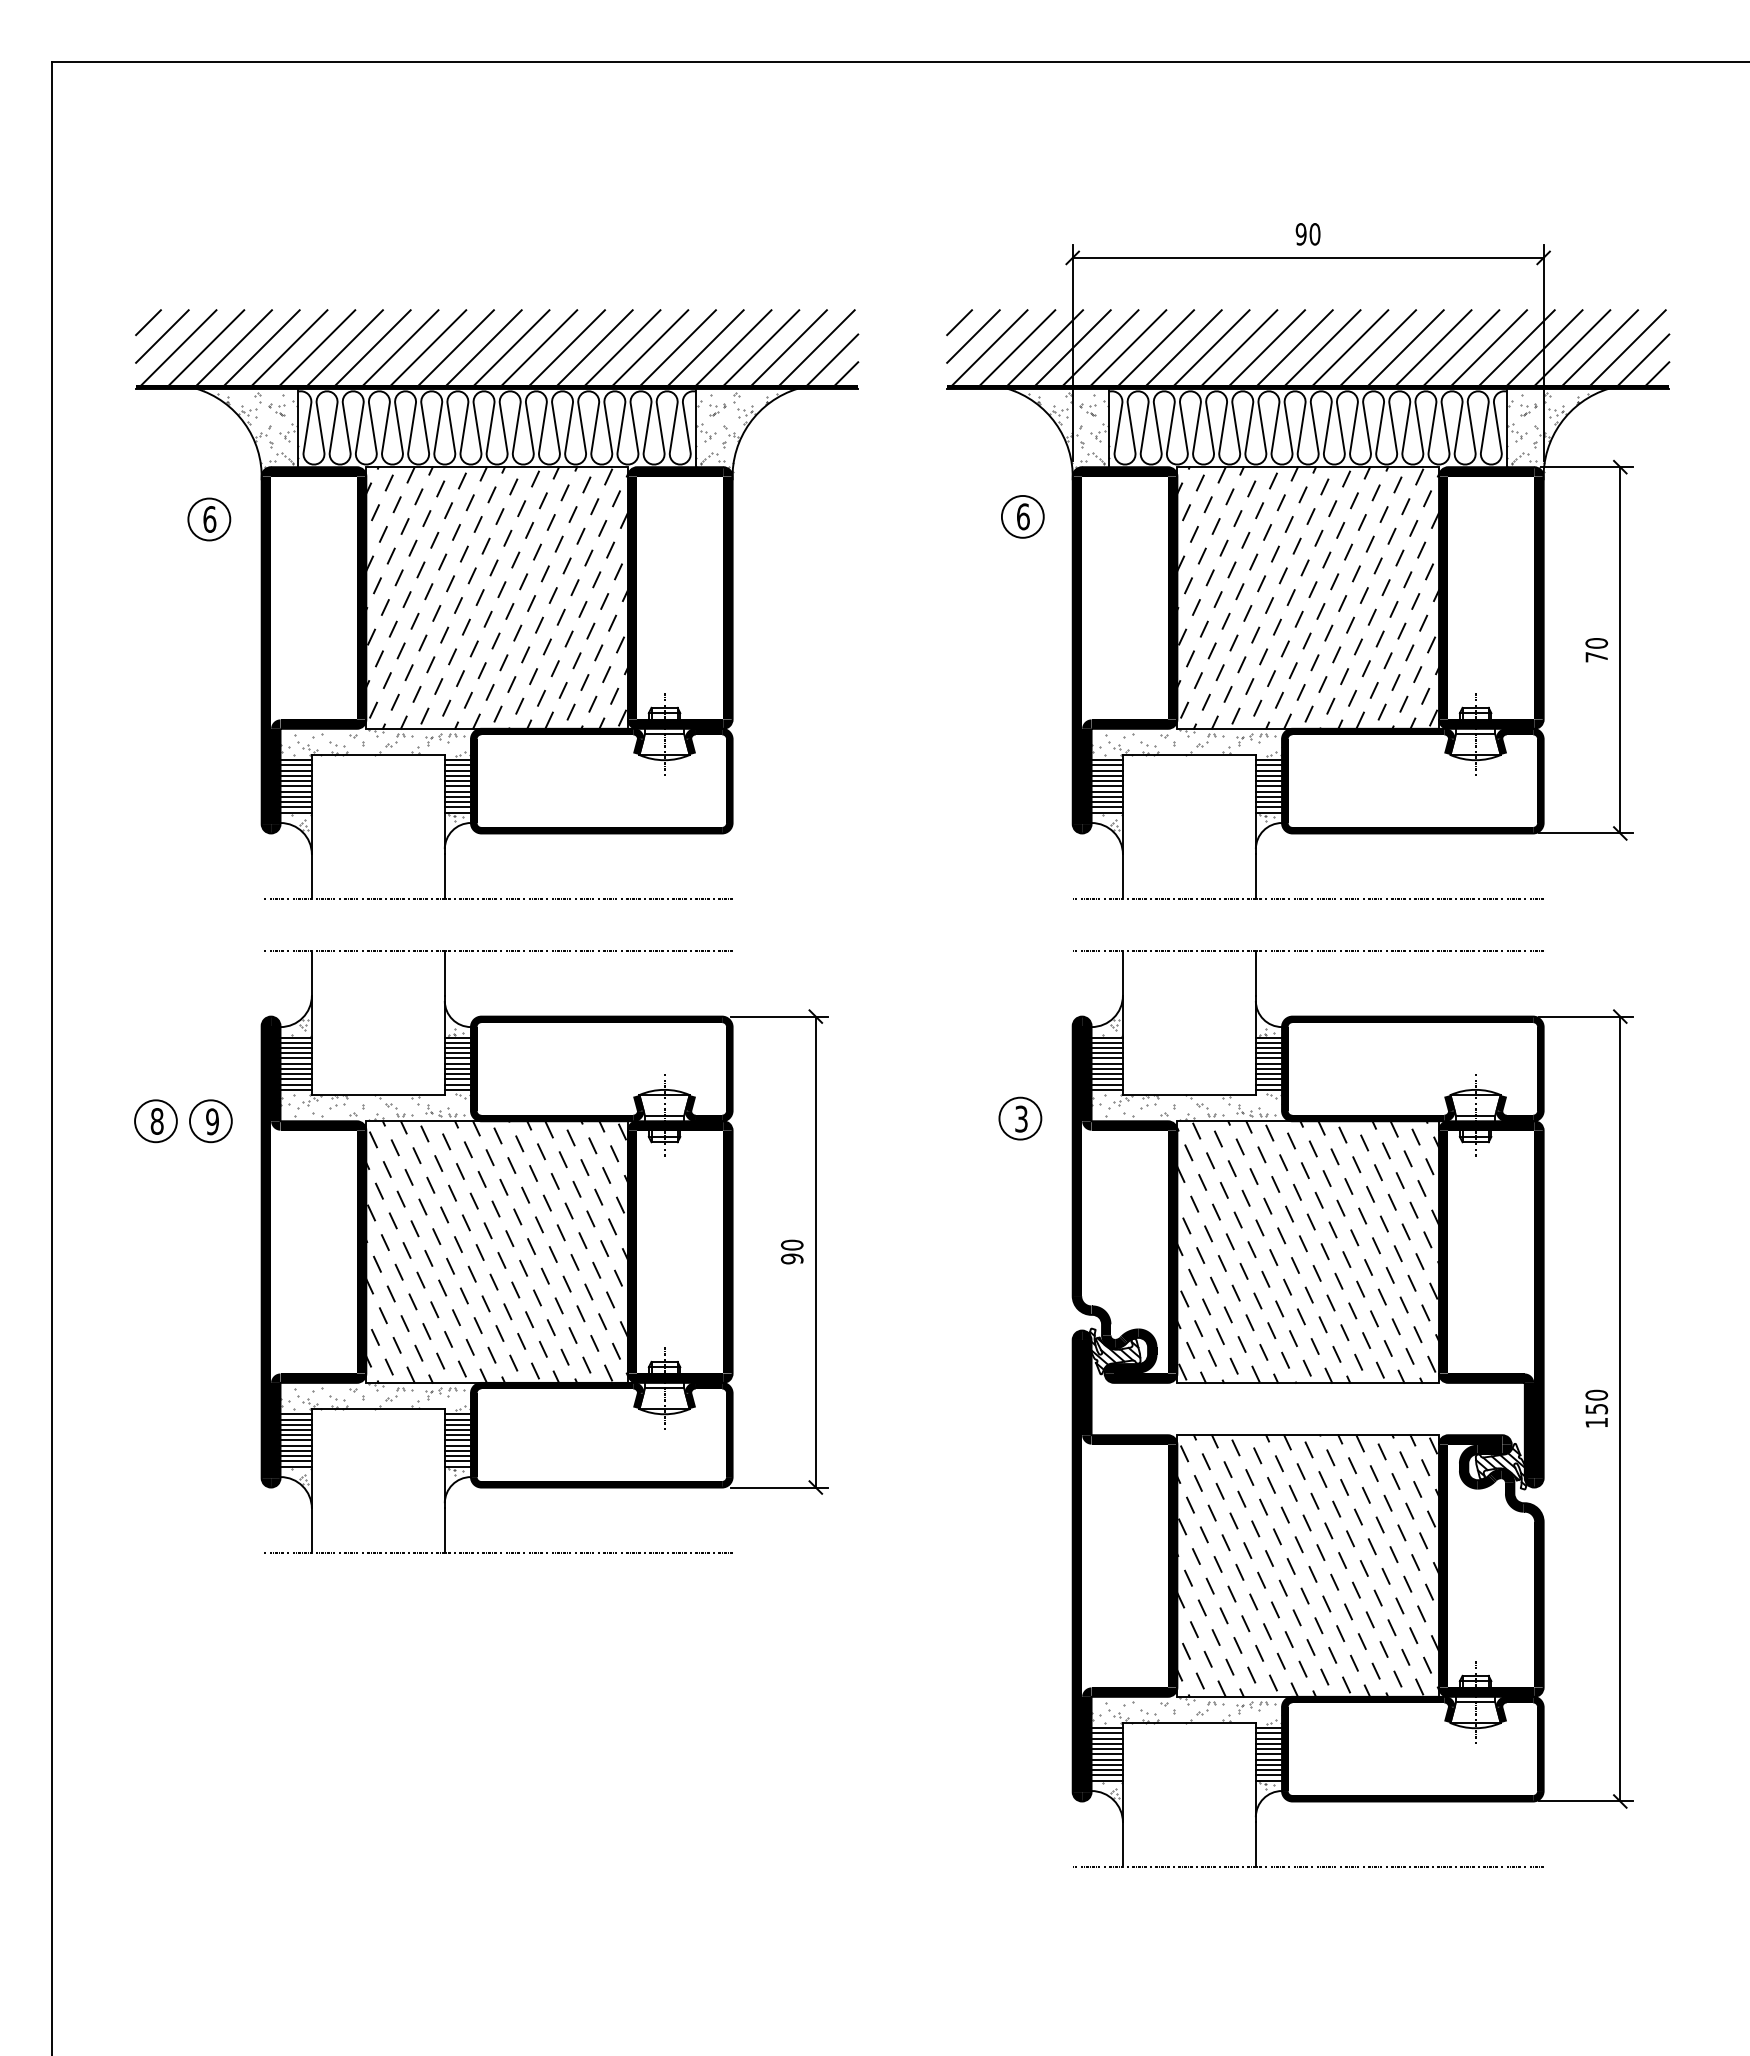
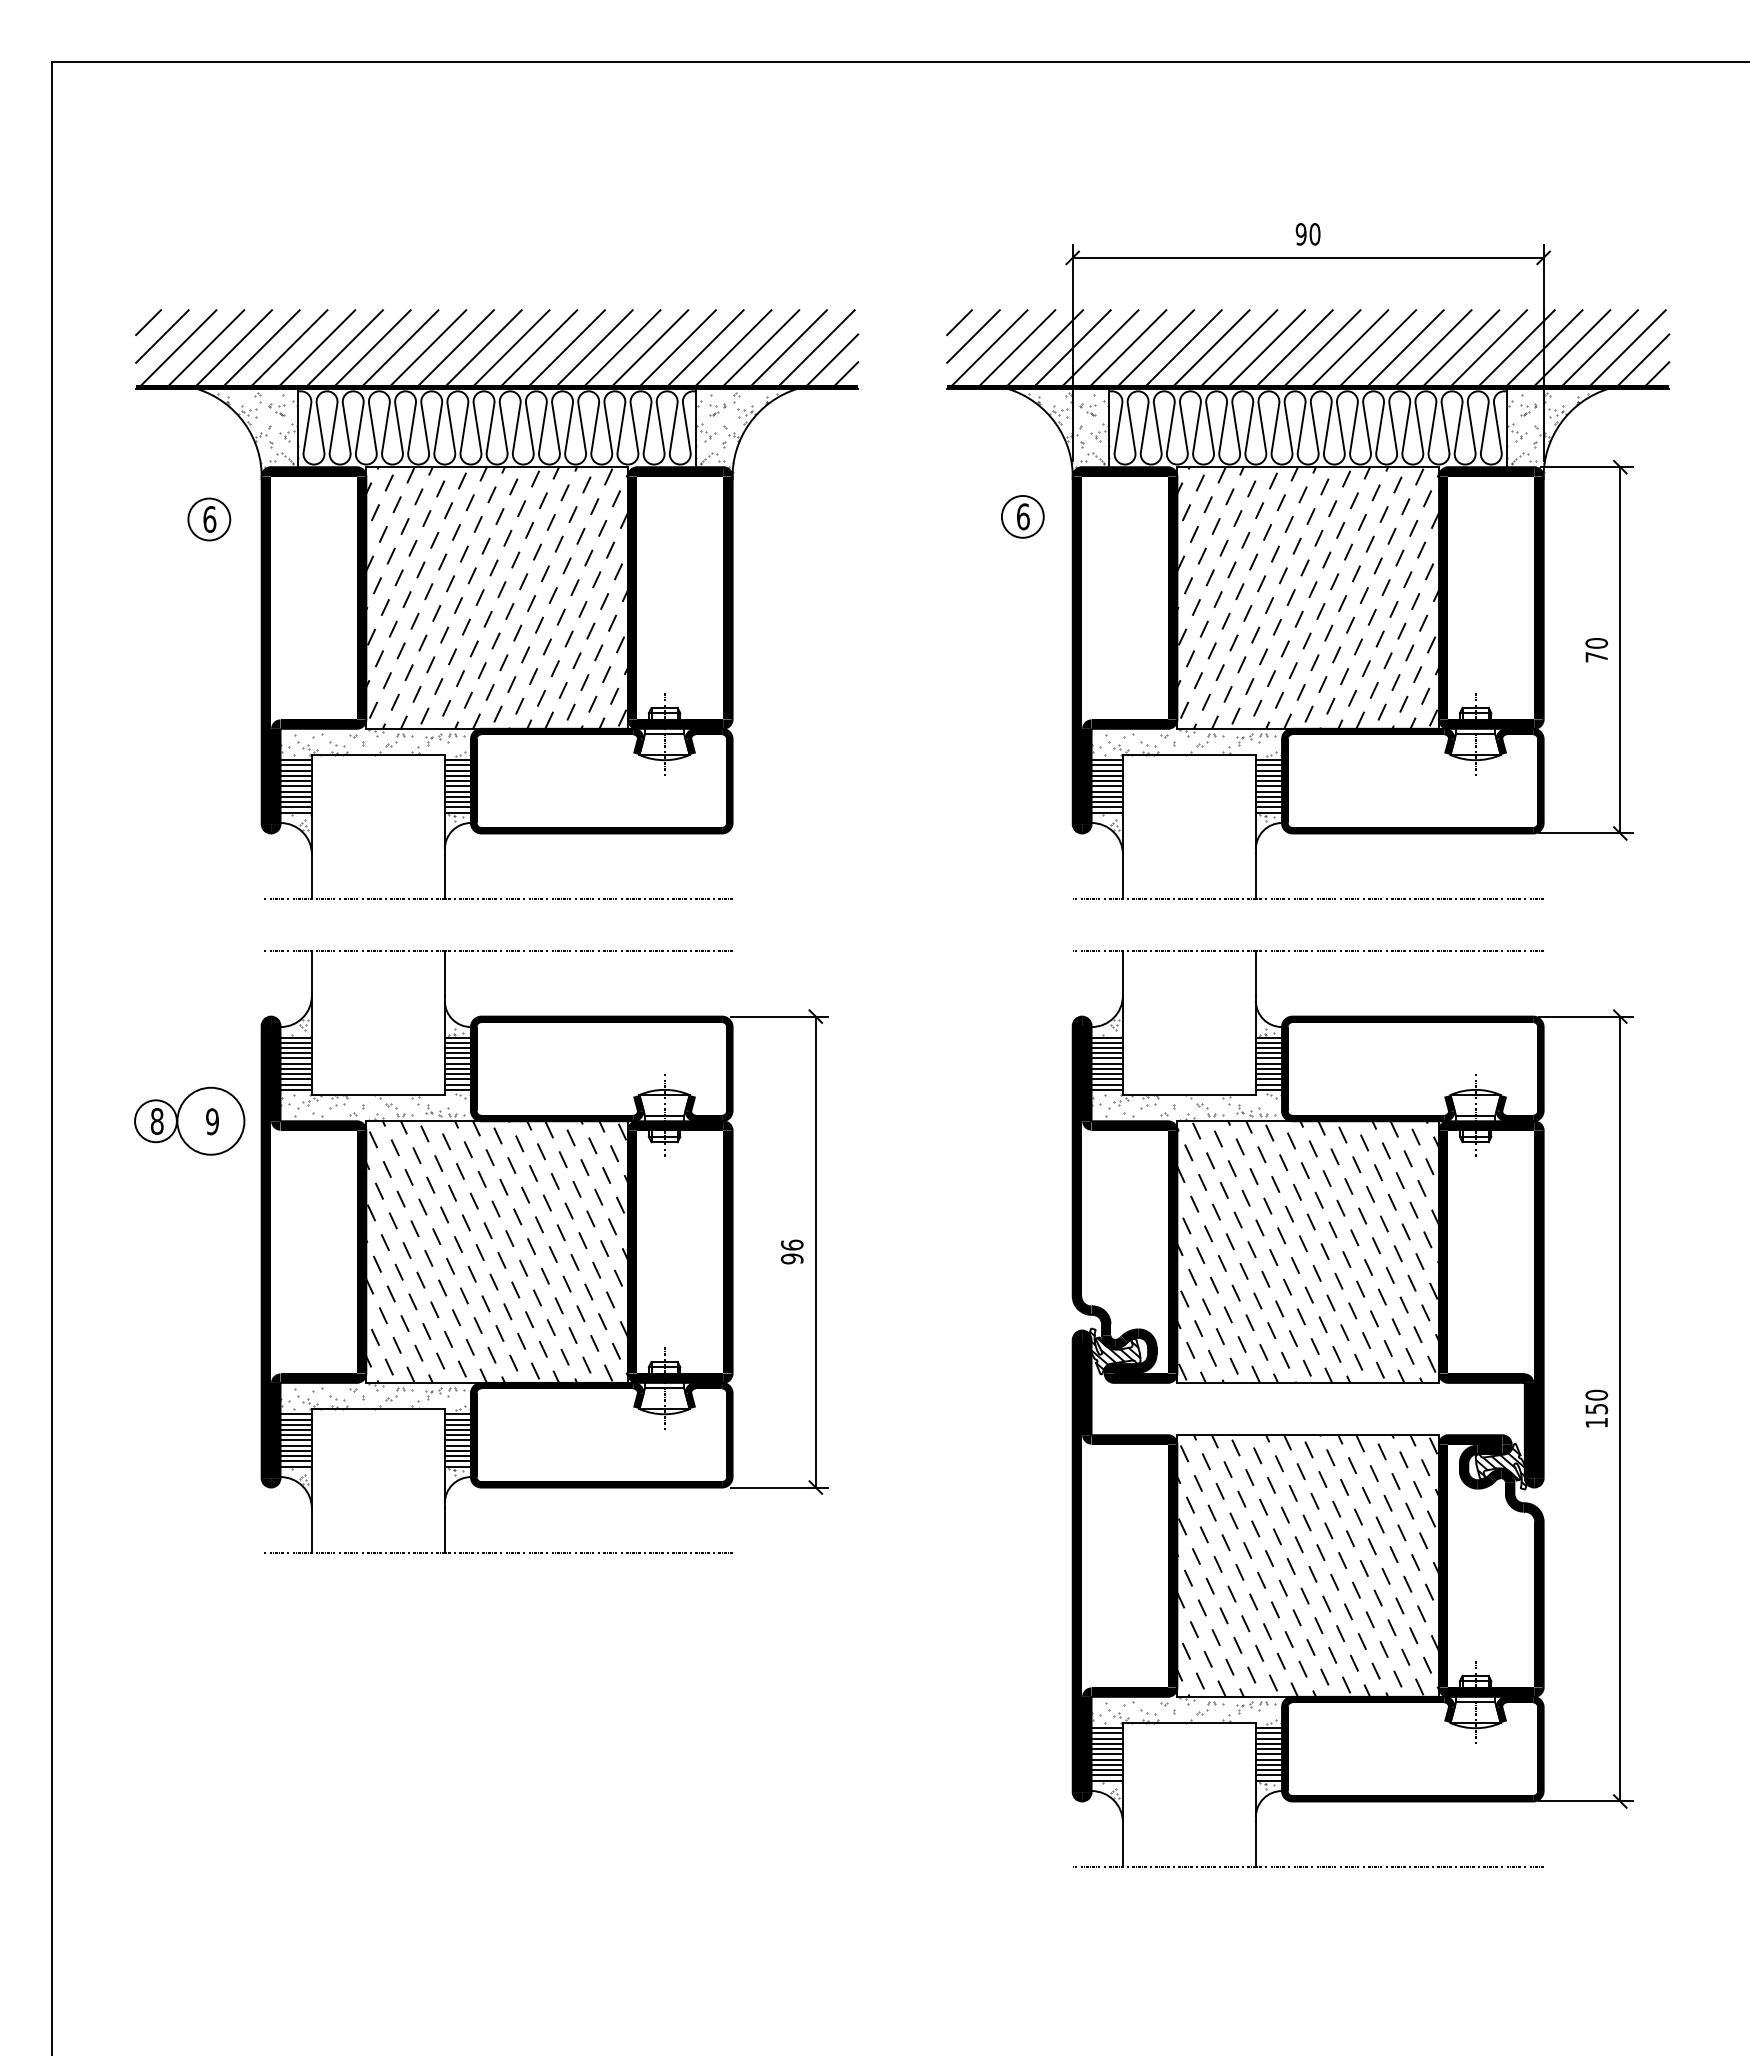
part at (1020, 1118): present -> none
circle at (210, 1121) diameter: 42 px -> 67 px
text at (792, 1244): 90 -> 96
